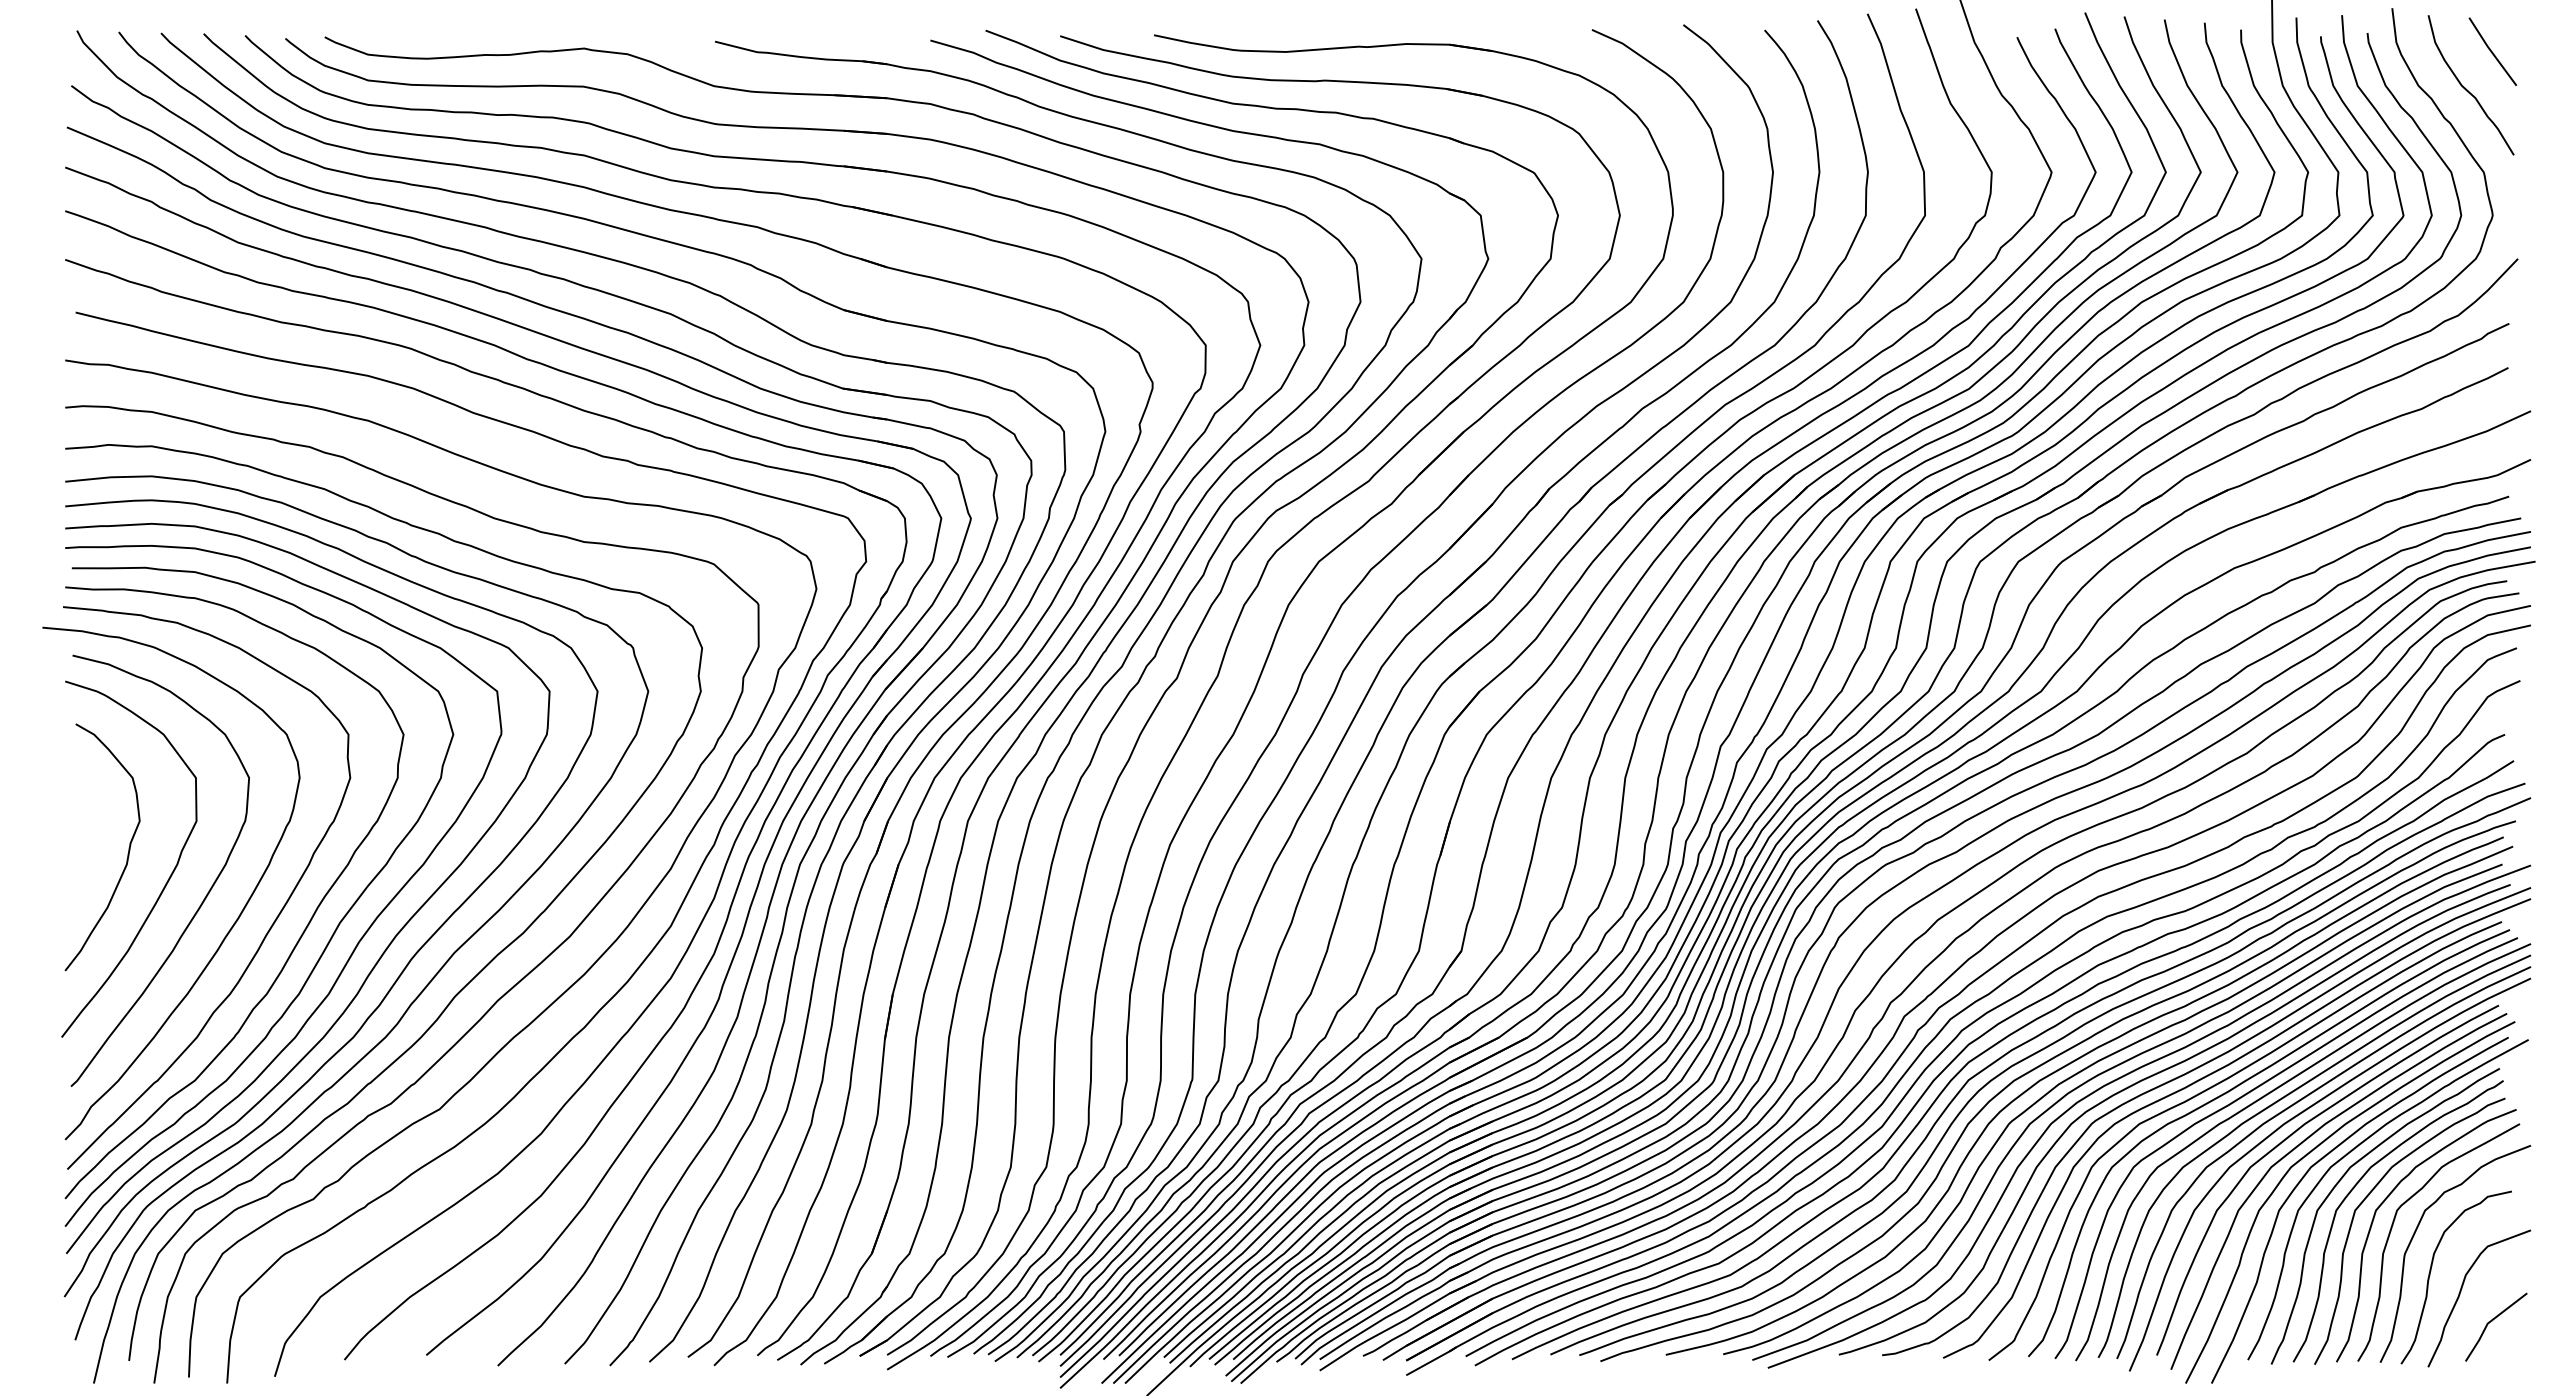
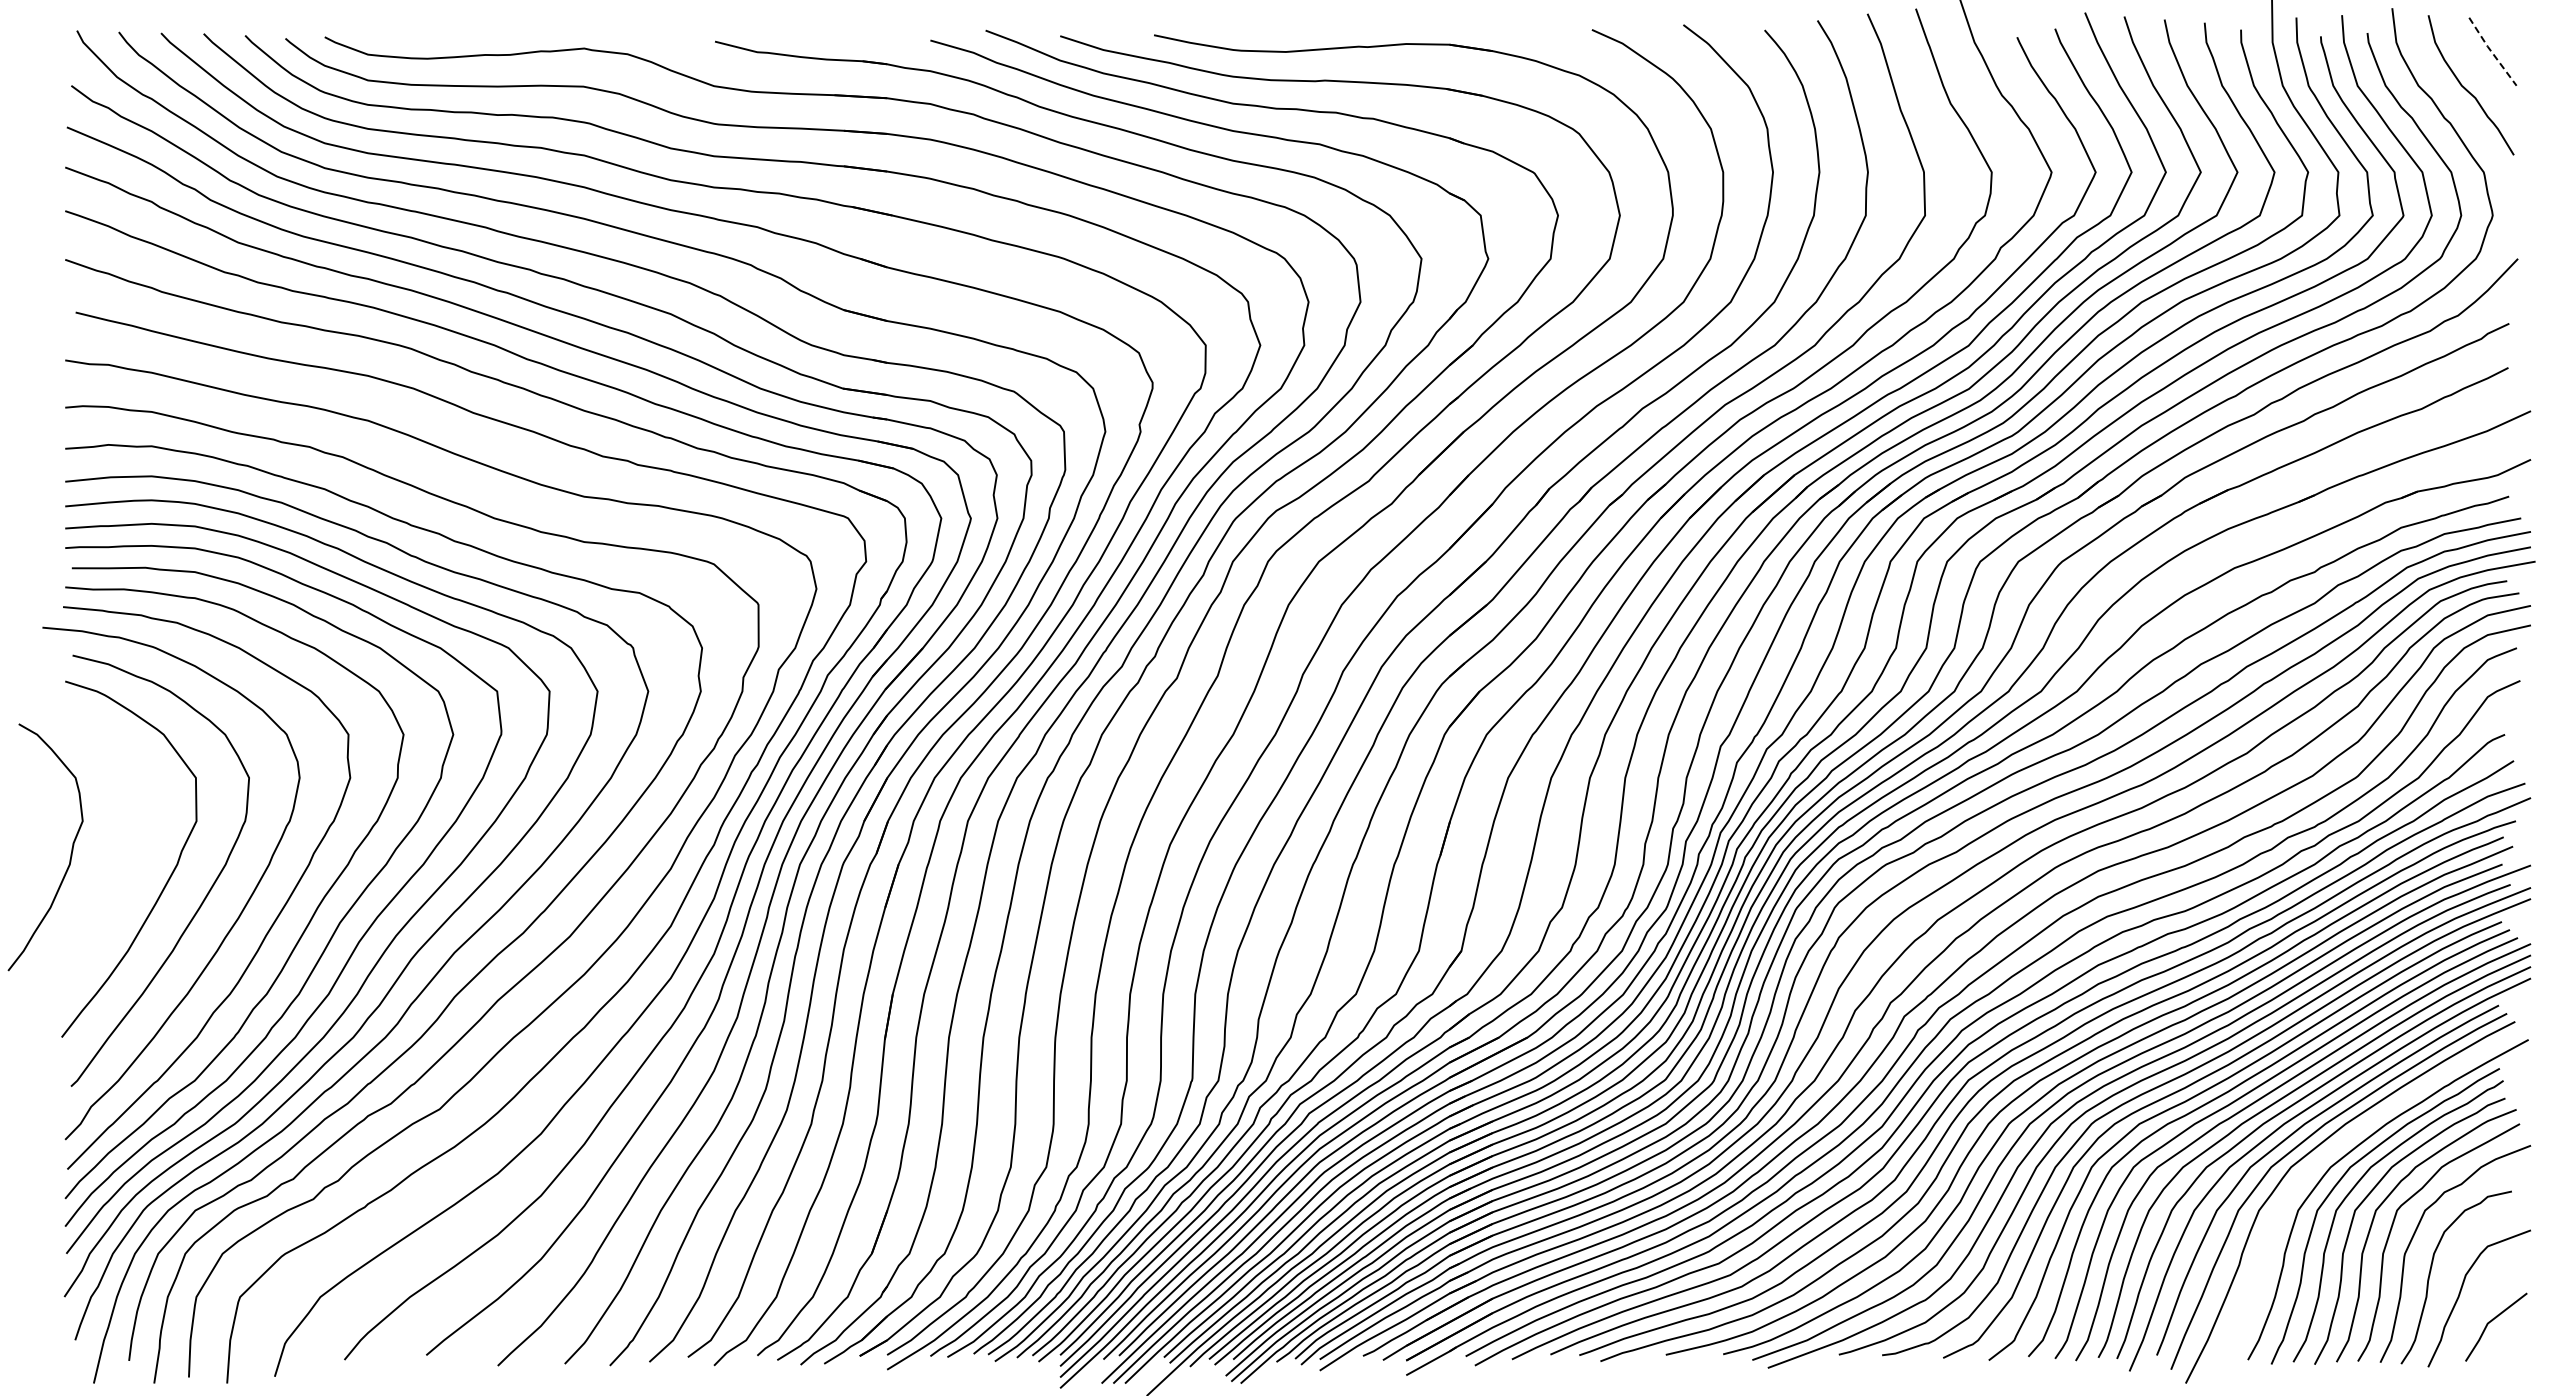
line at (2491, 52): solid -> dashed
curve at (127, 853) position: (127, 853) -> (70, 853)
curve at (2321, 1160): present -> none
